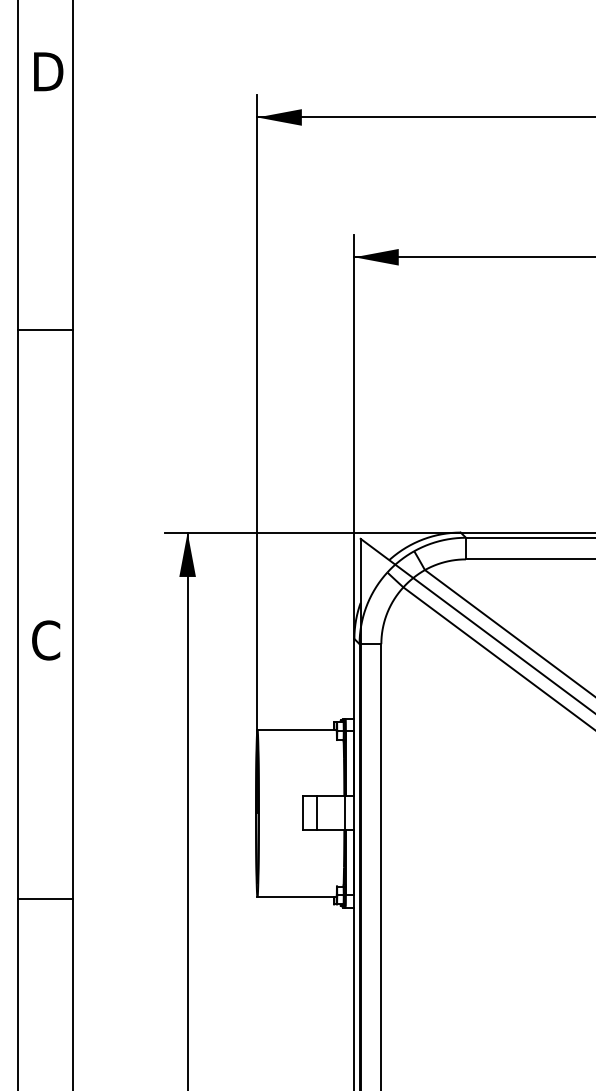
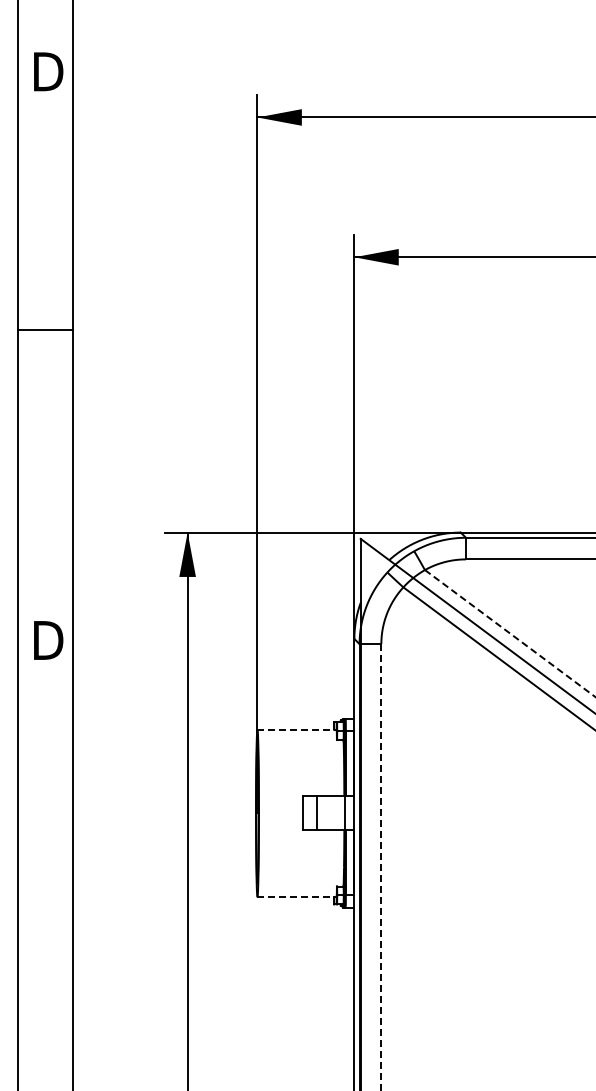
line at (510, 633): solid -> dashed
text at (47, 640): C -> D
line at (297, 729): solid -> dashed
line at (381, 868): solid -> dashed
line at (297, 897): solid -> dashed
line at (45, 898): present -> none
